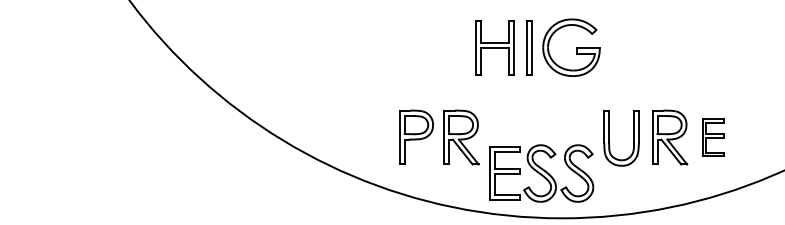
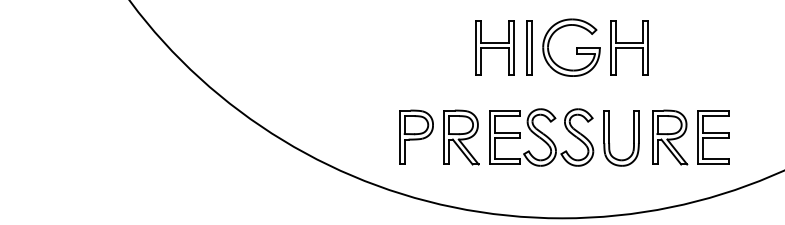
part at (629, 47): none -> present
part at (713, 137) size: 23x39 px -> 33x55 px
part at (541, 173) position: (541, 173) -> (541, 137)
